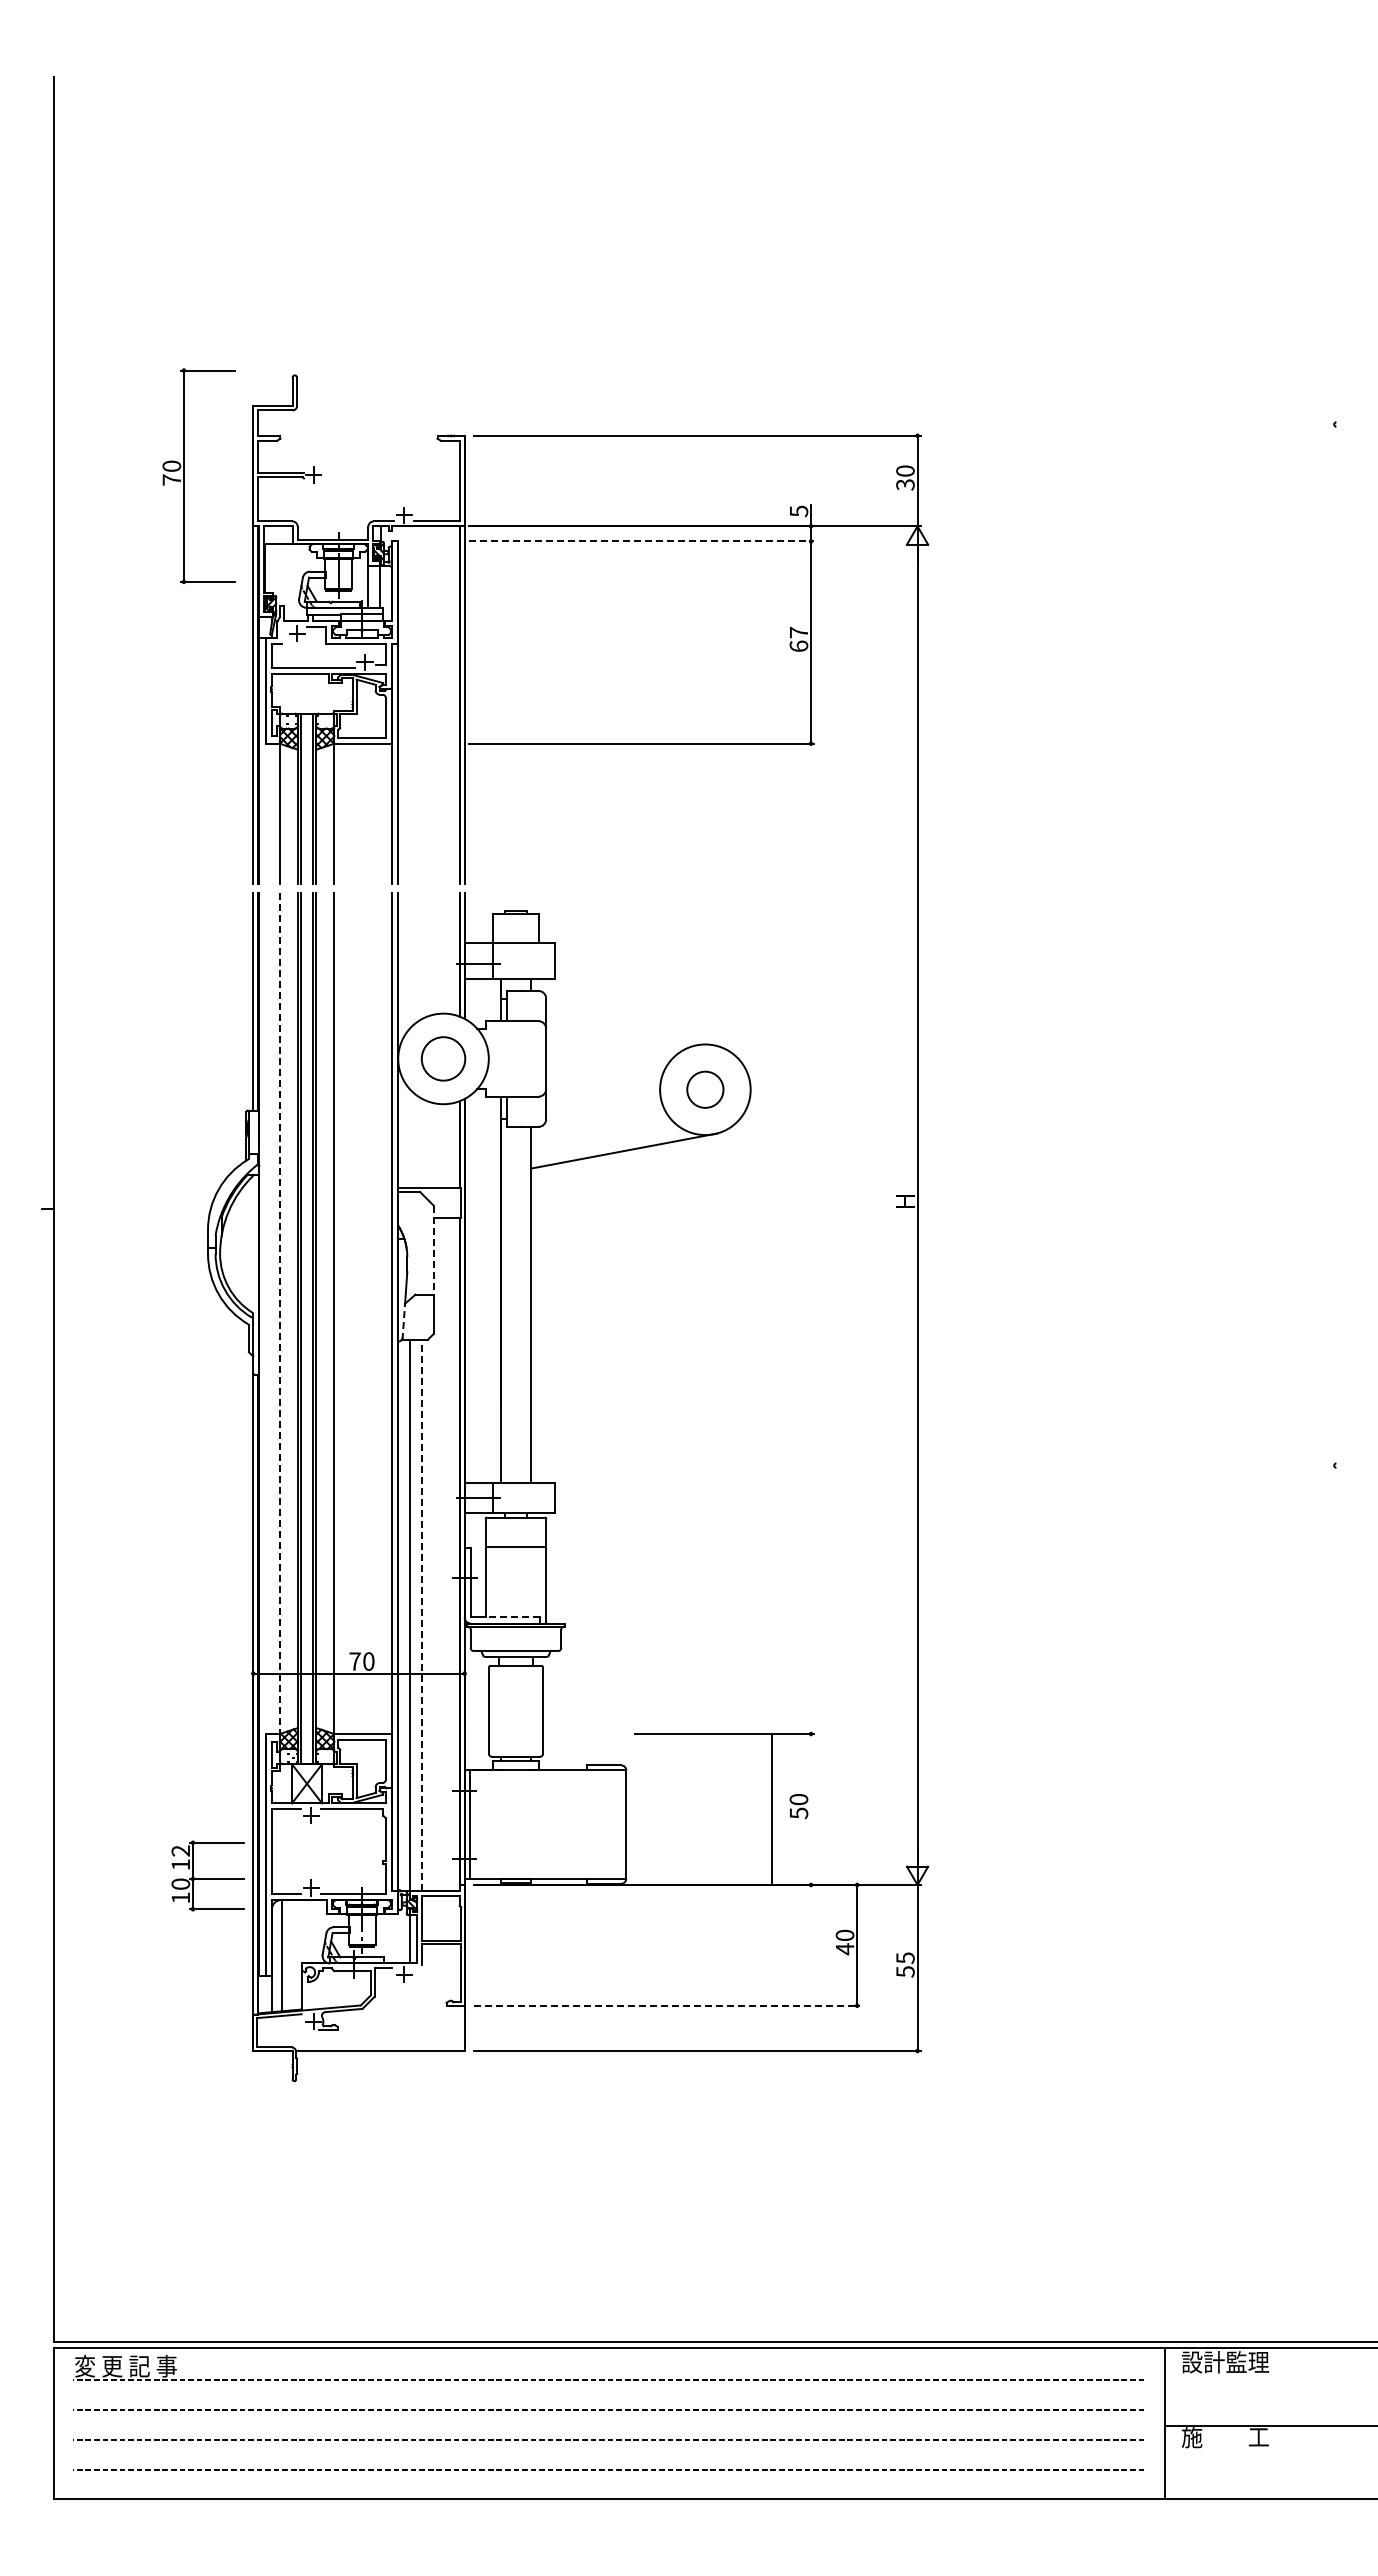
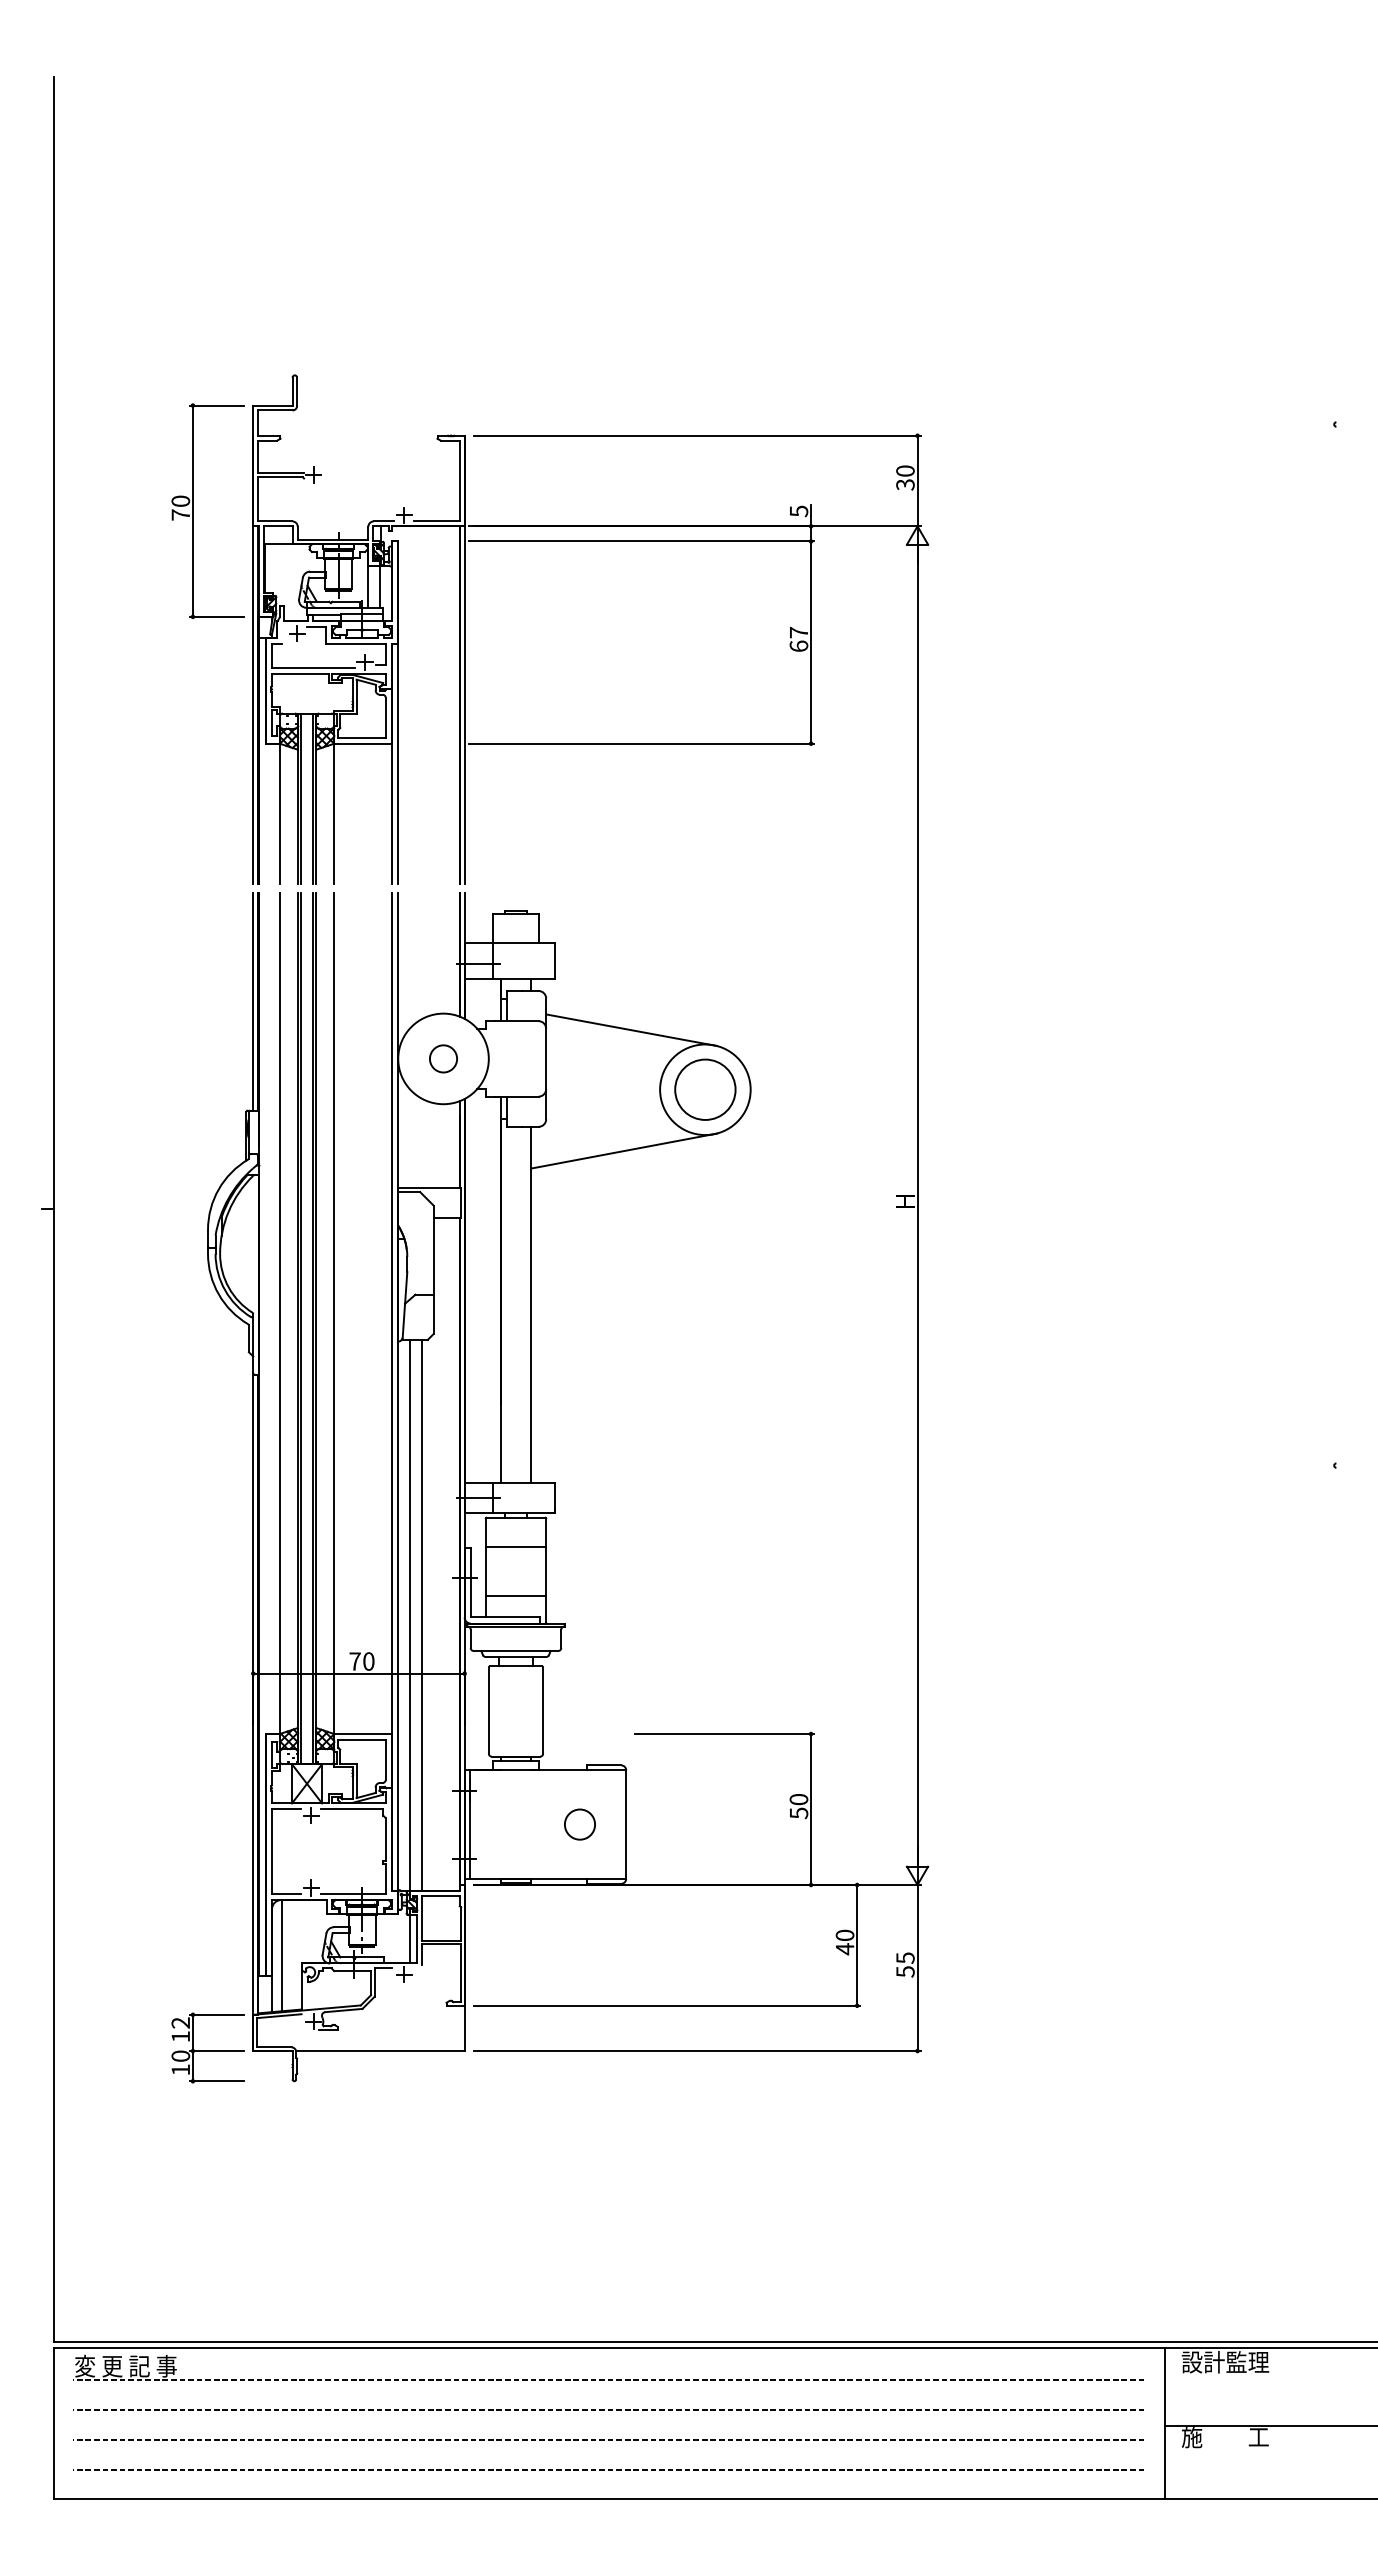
part at (184, 475) position: (184, 475) -> (193, 510)
line at (641, 541): dashed -> solid
line at (631, 1030): none -> present
circle at (443, 1058) diameter: 43 px -> 27 px
circle at (705, 1089) diameter: 36 px -> 60 px
line at (433, 1250): dashed -> solid
line at (279, 1313): dashed -> solid
line at (403, 1321): dashed -> solid
line at (515, 1595): none -> present
line at (422, 1615): dashed -> solid
line at (512, 1617): dashed -> solid
line at (772, 1809) position: (772, 1809) -> (811, 1809)
circle at (579, 1824): none -> present
part at (207, 1875) position: (207, 1875) -> (207, 2047)
line at (667, 2005): dashed -> solid
